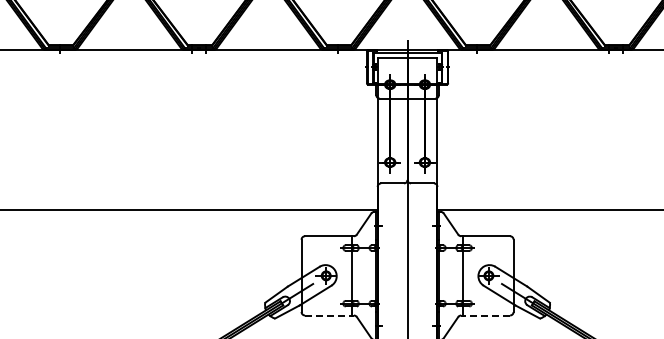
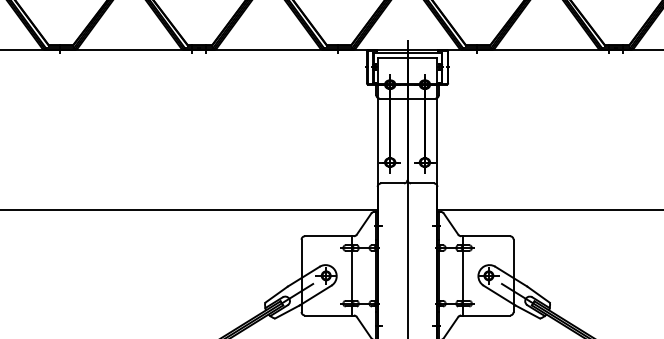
line at (330, 315): dashed -> solid
line at (485, 315): dashed -> solid
